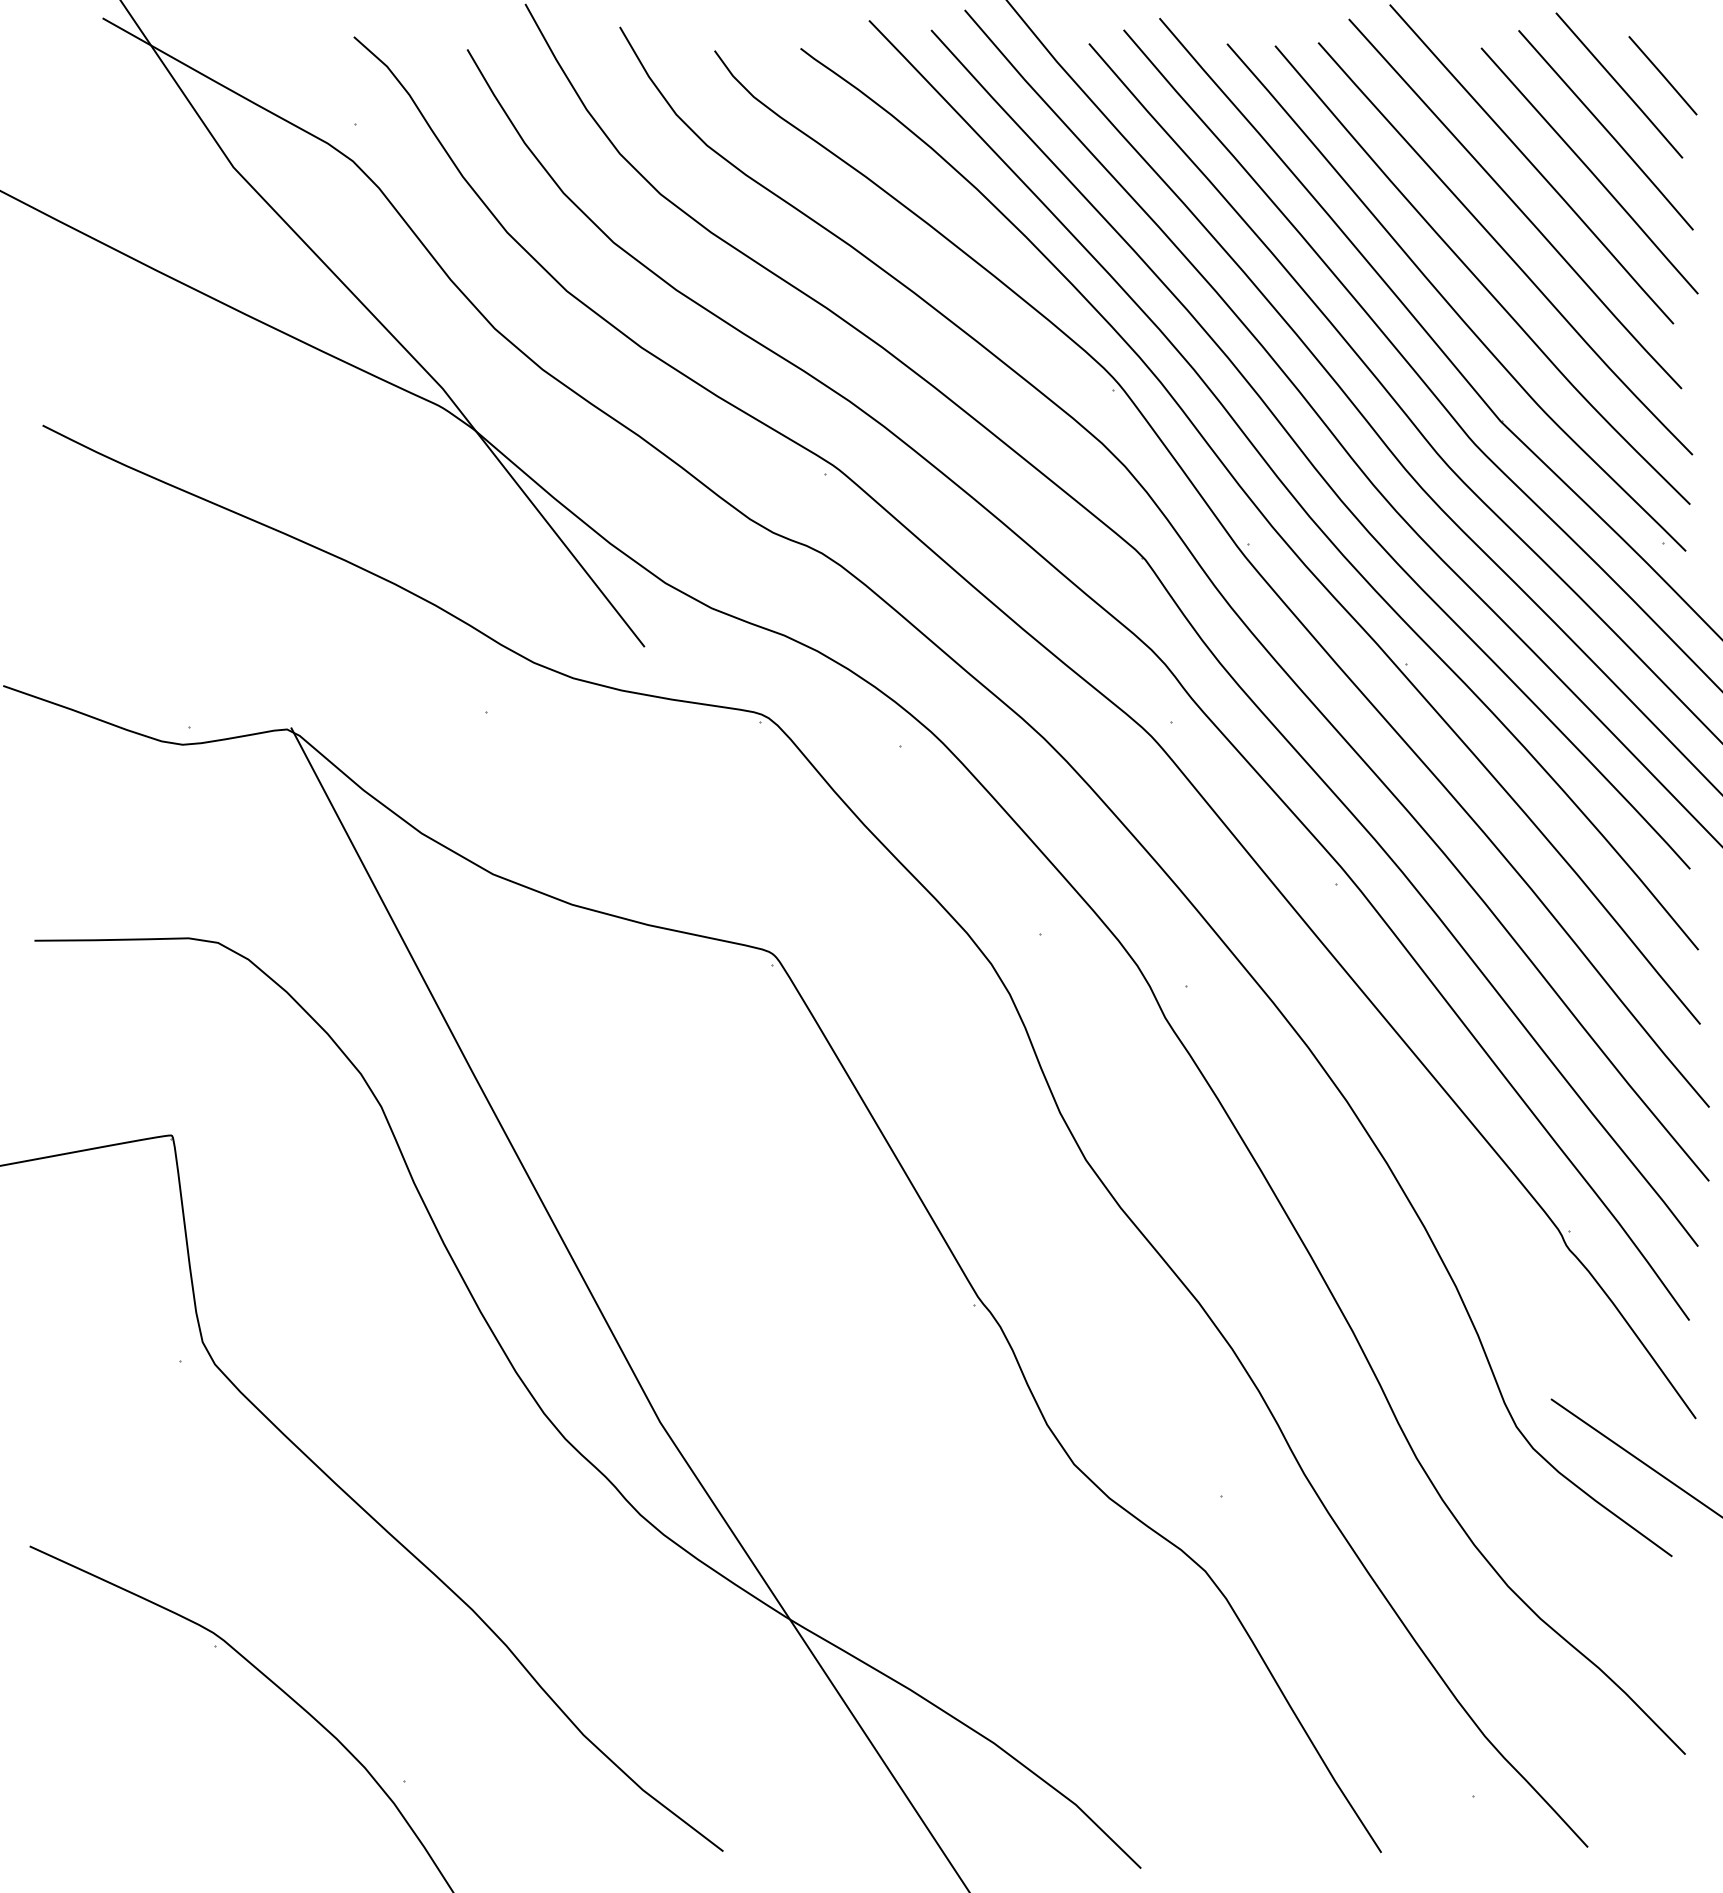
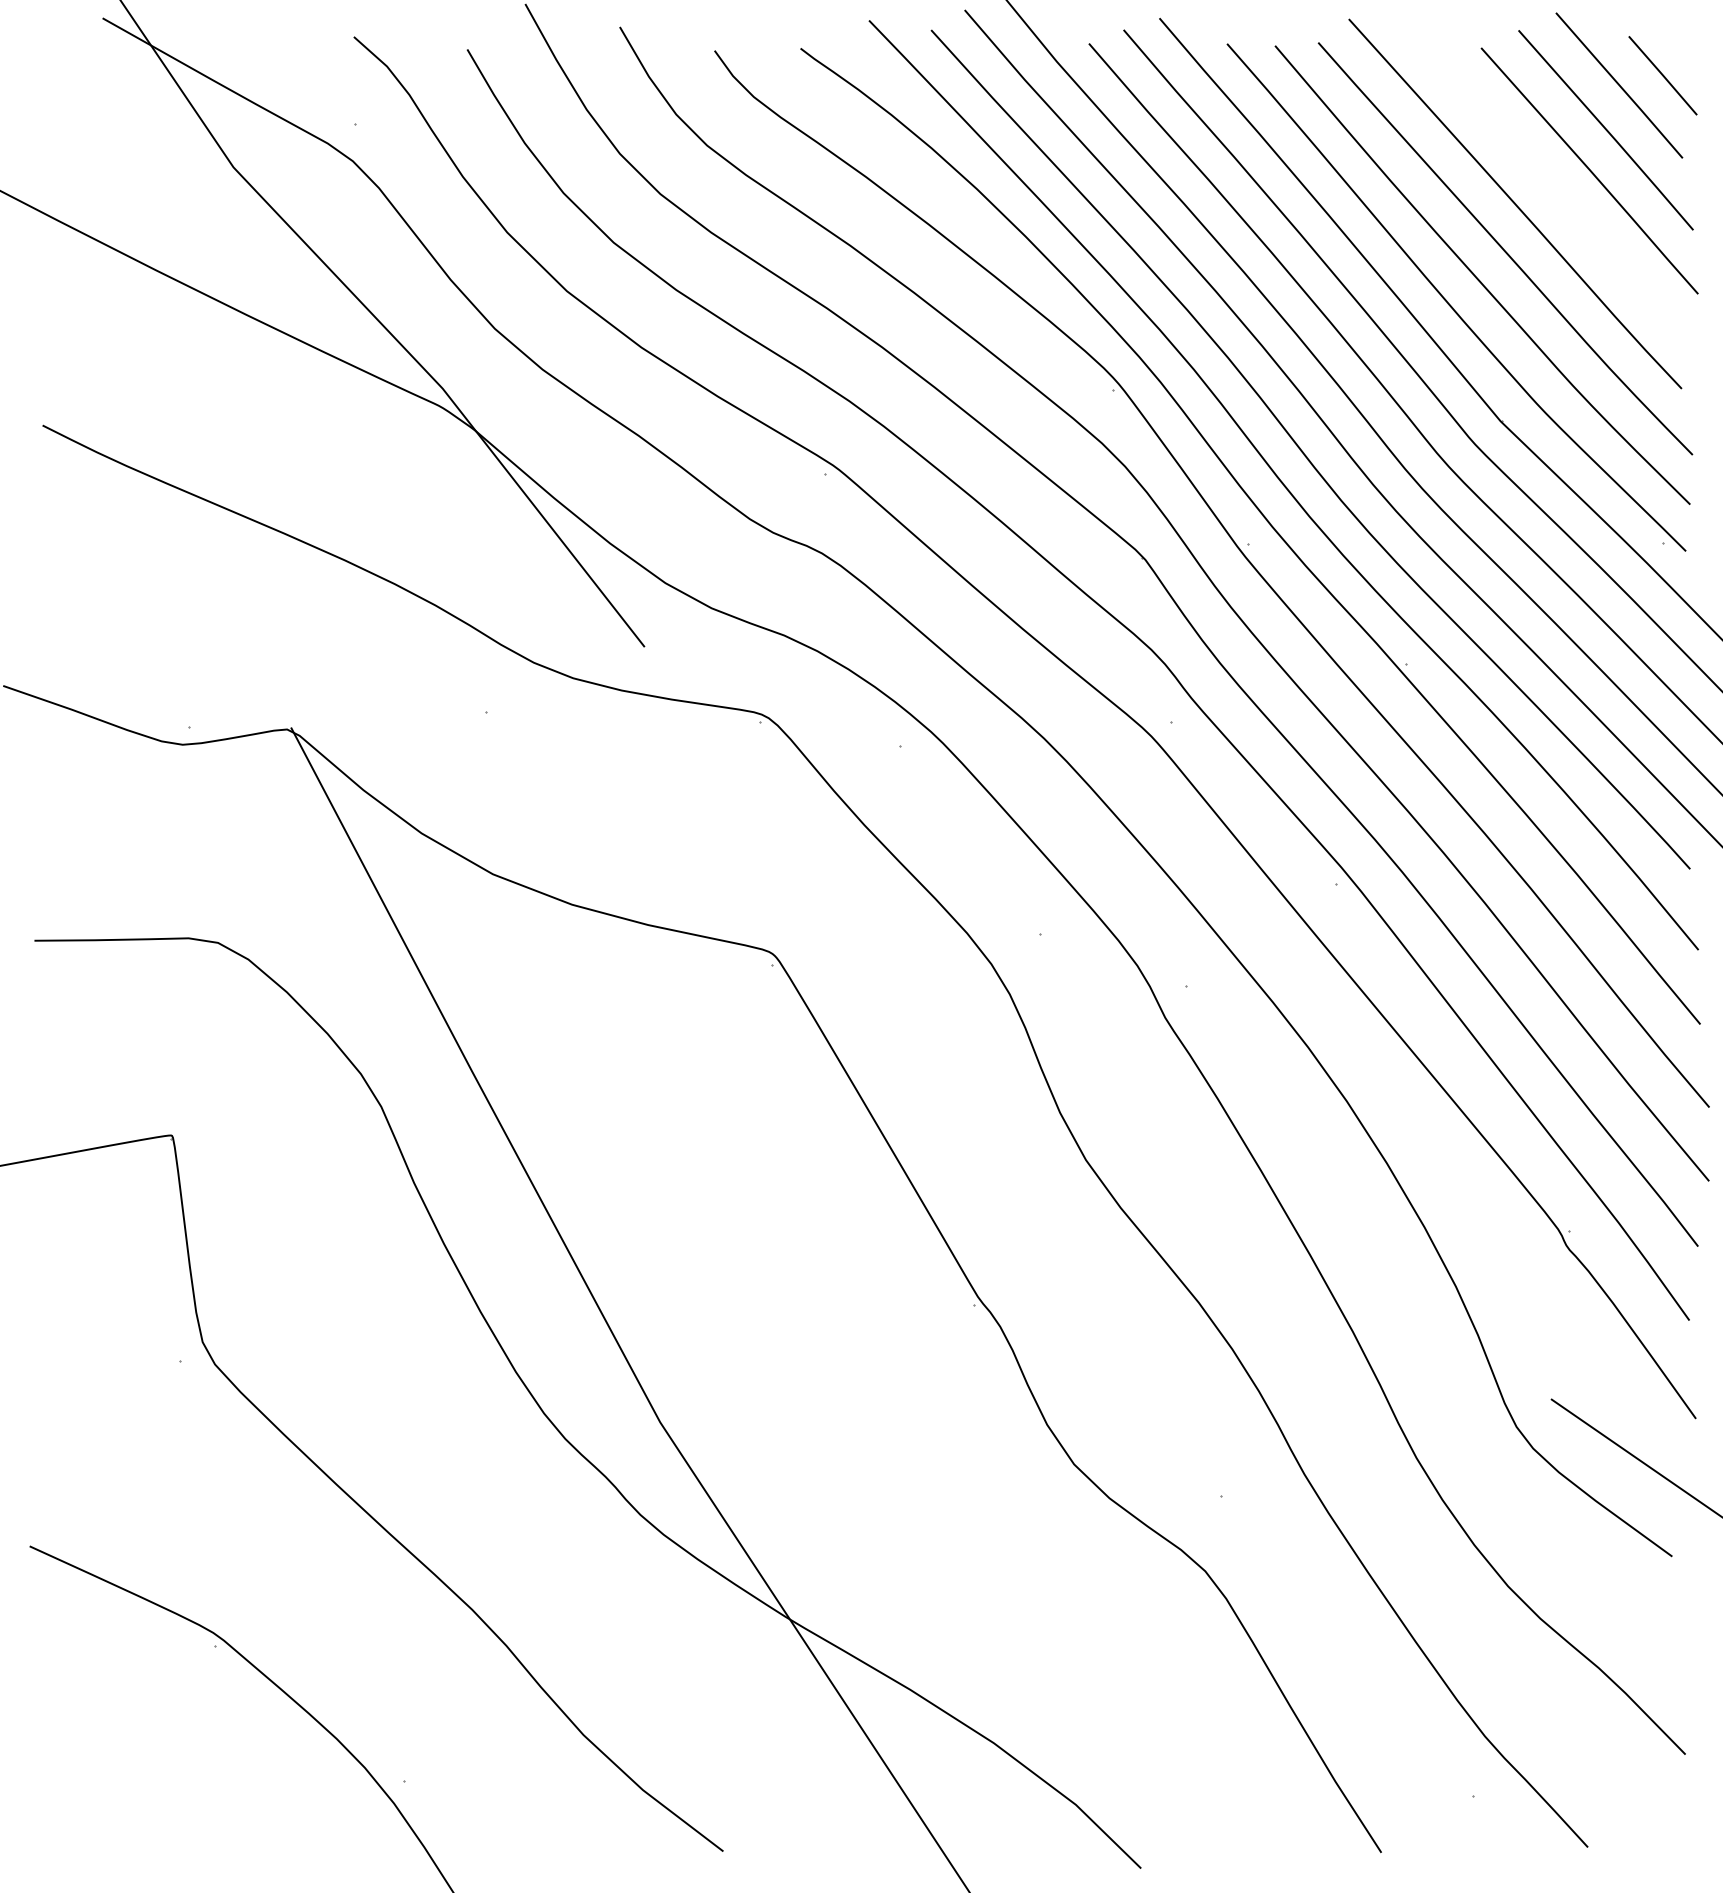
line at (1531, 164): present -> none
